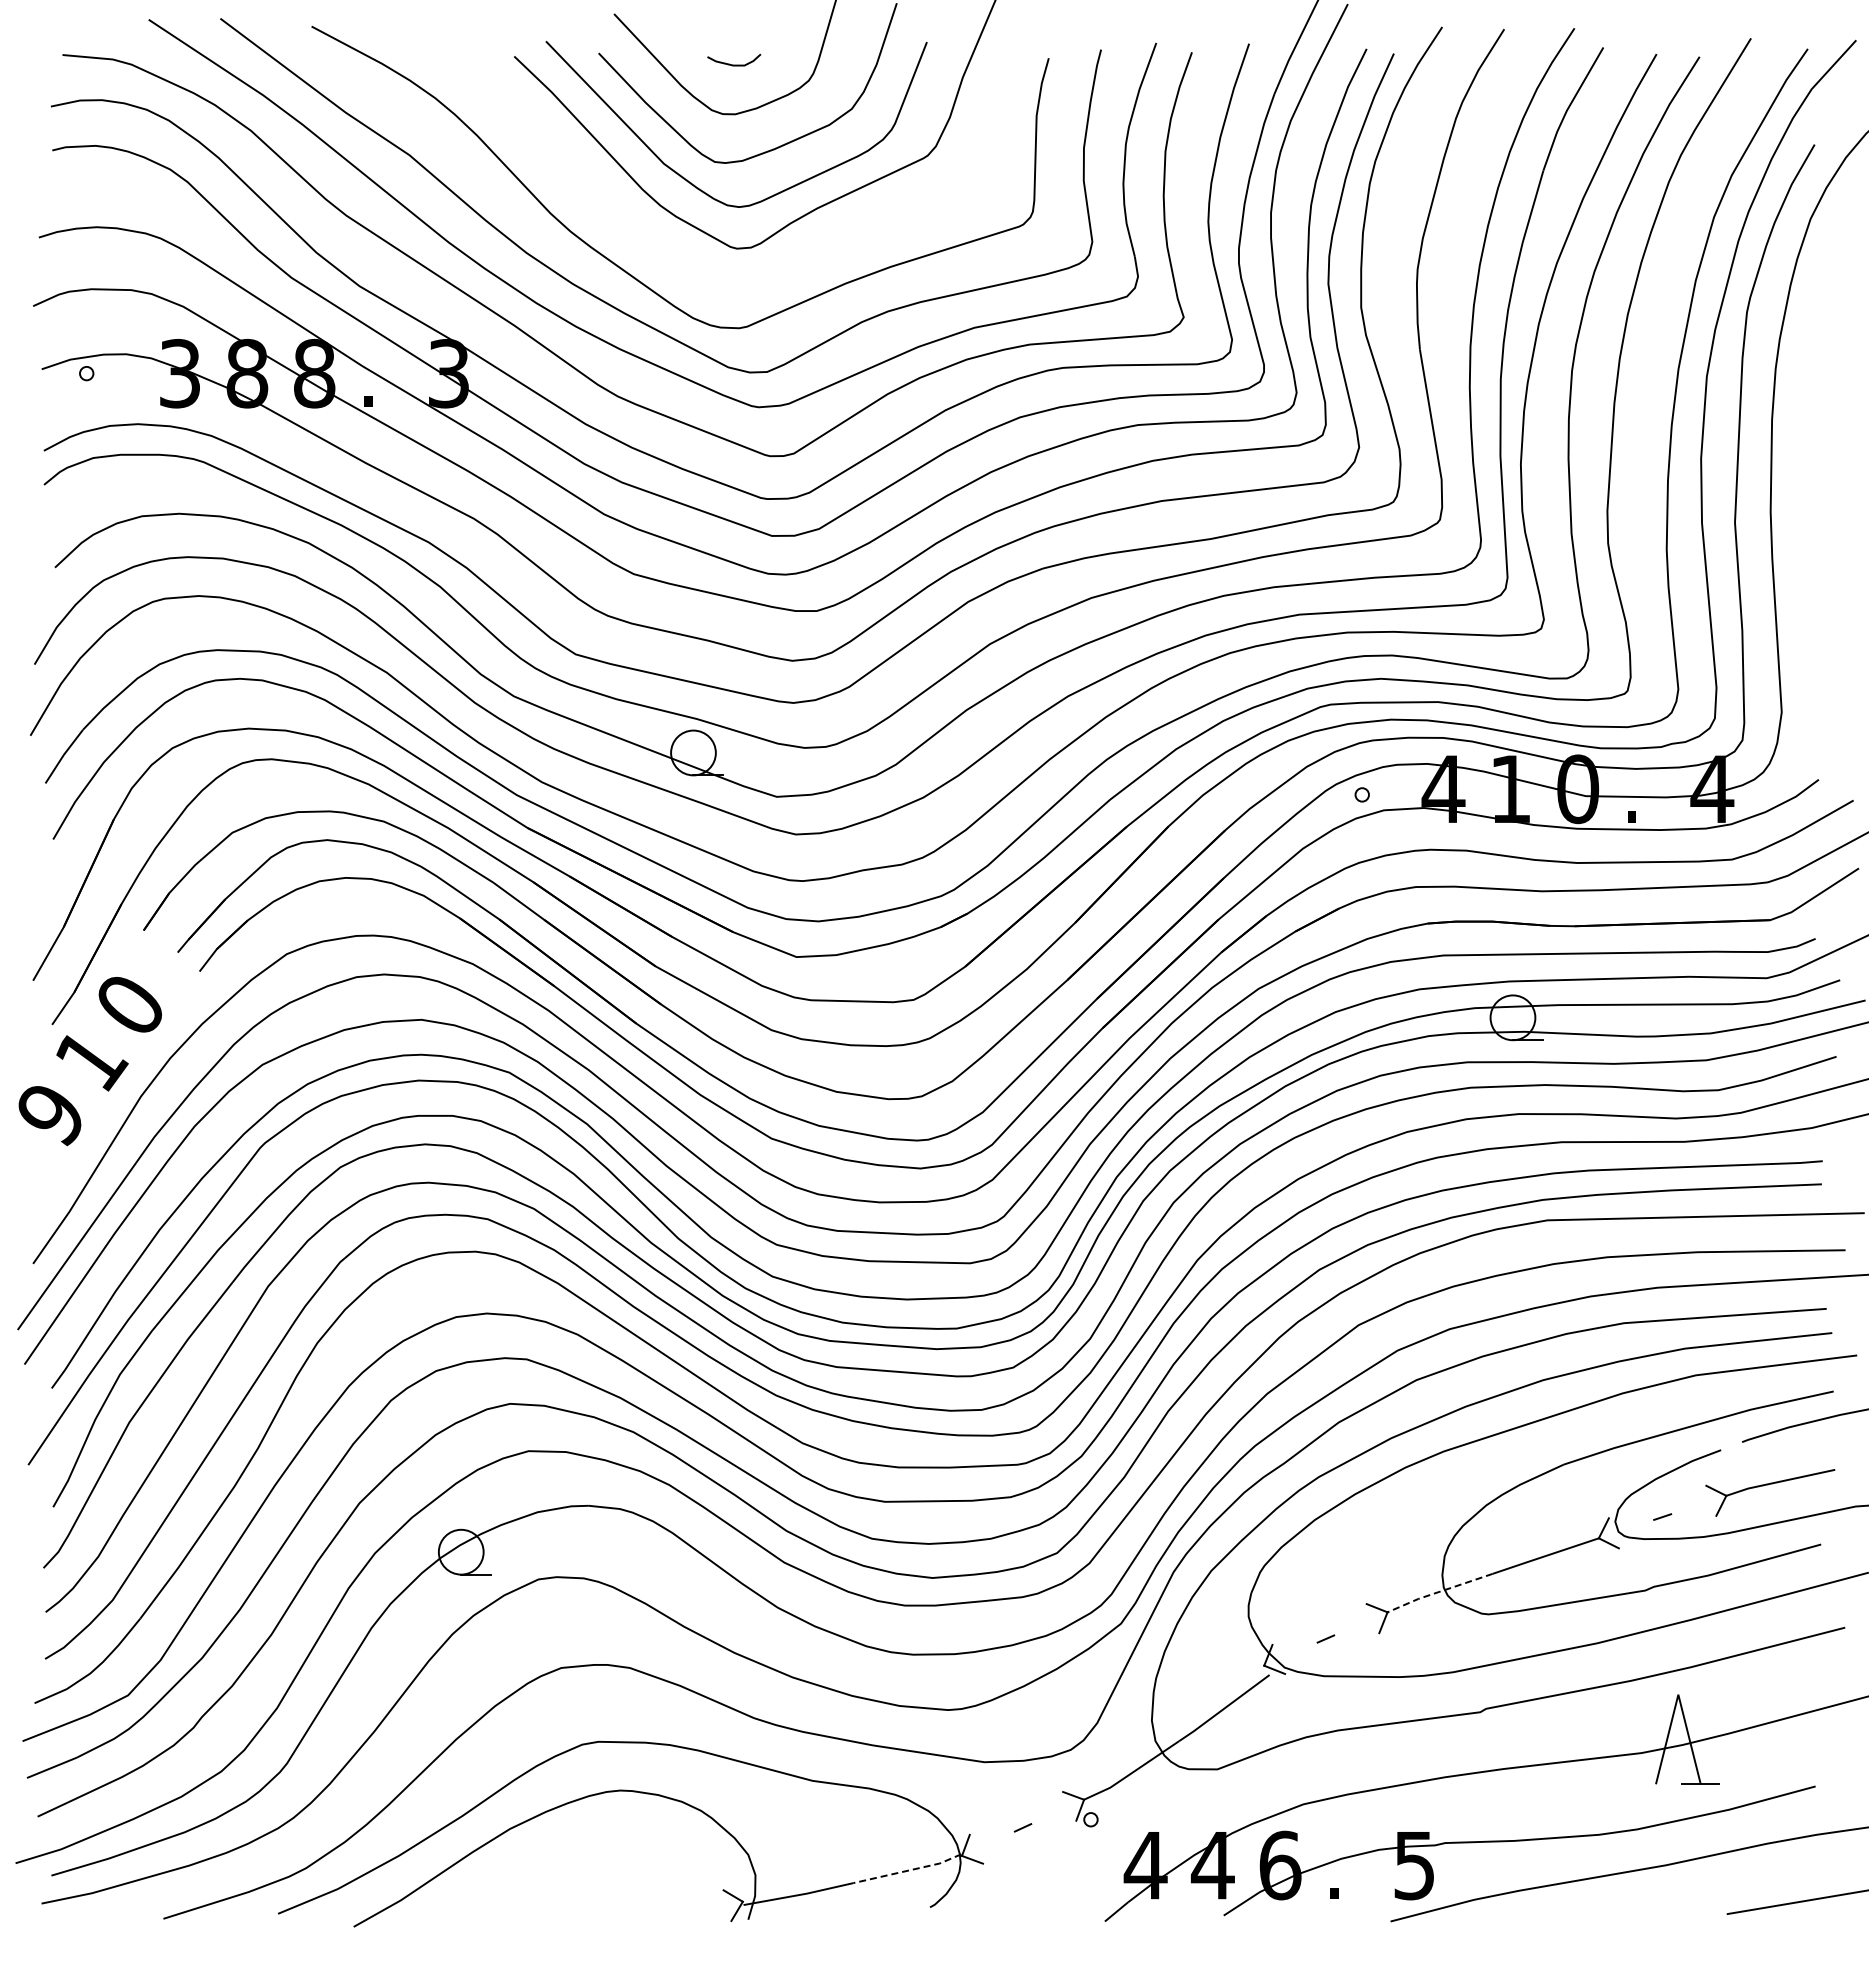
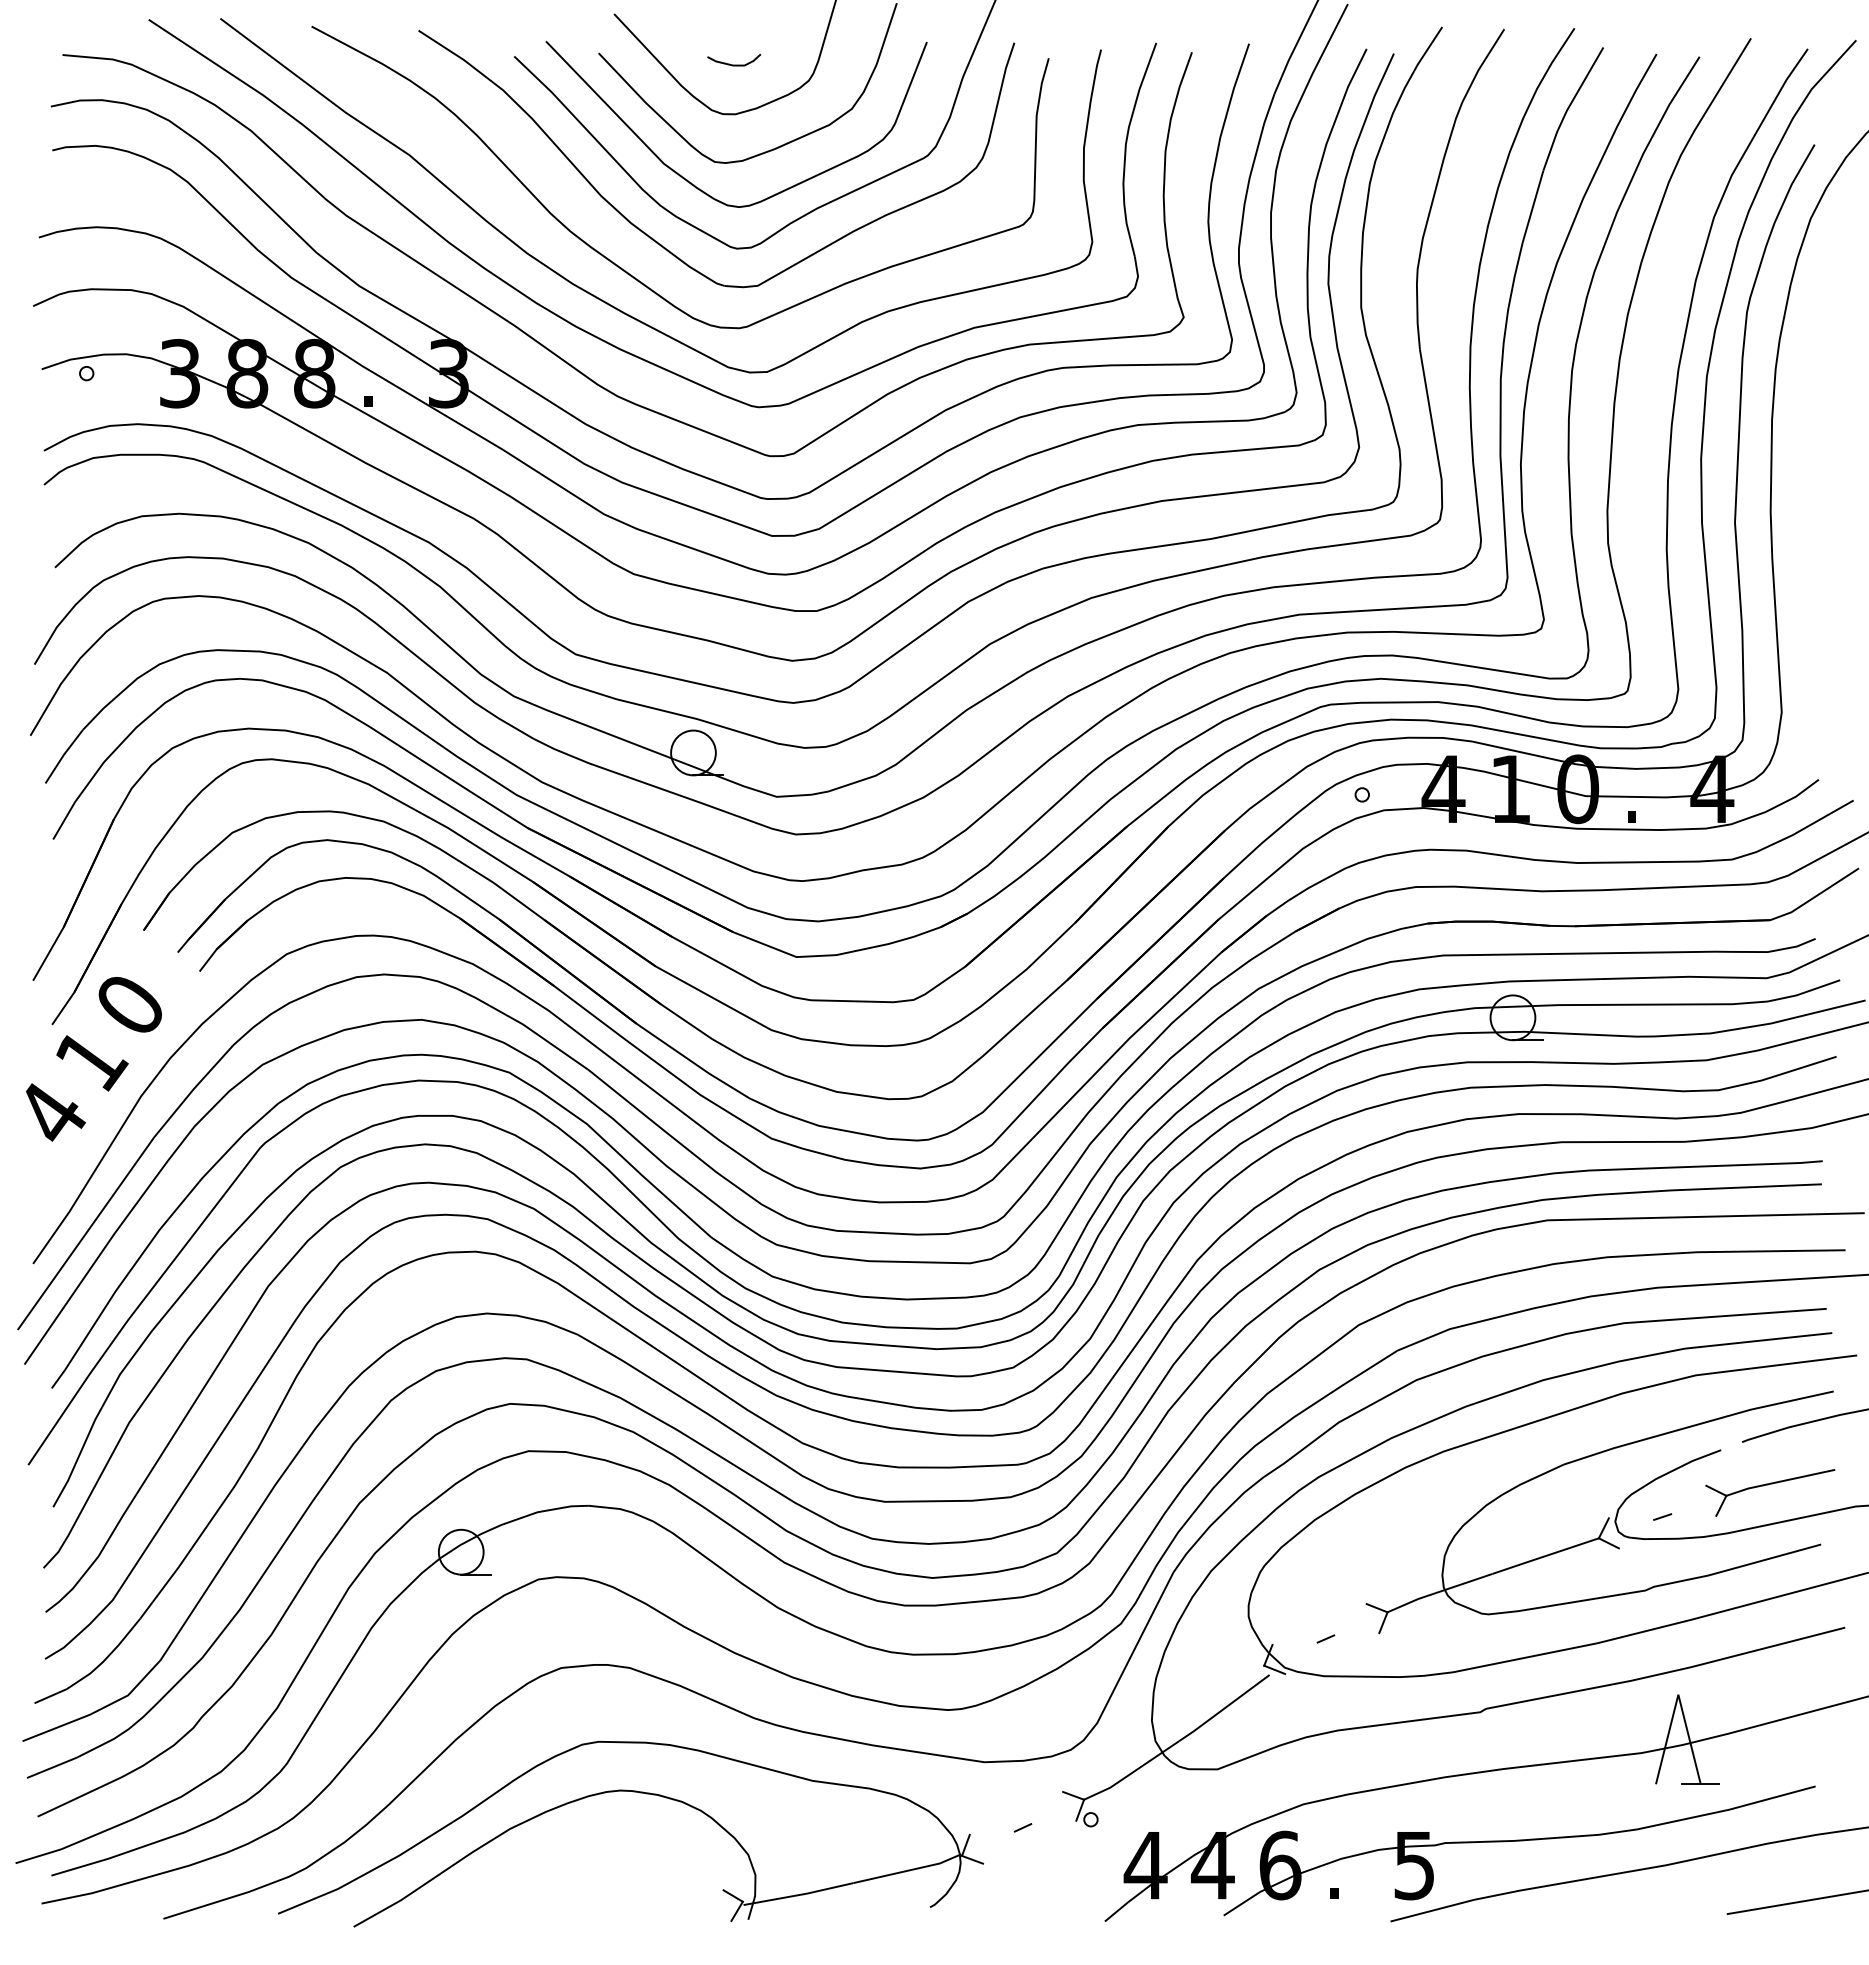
part at (660, 243): none -> present
text at (51, 1114): 9 -> 4
line at (1439, 1591): dashed -> solid
line at (908, 1870): dashed -> solid
